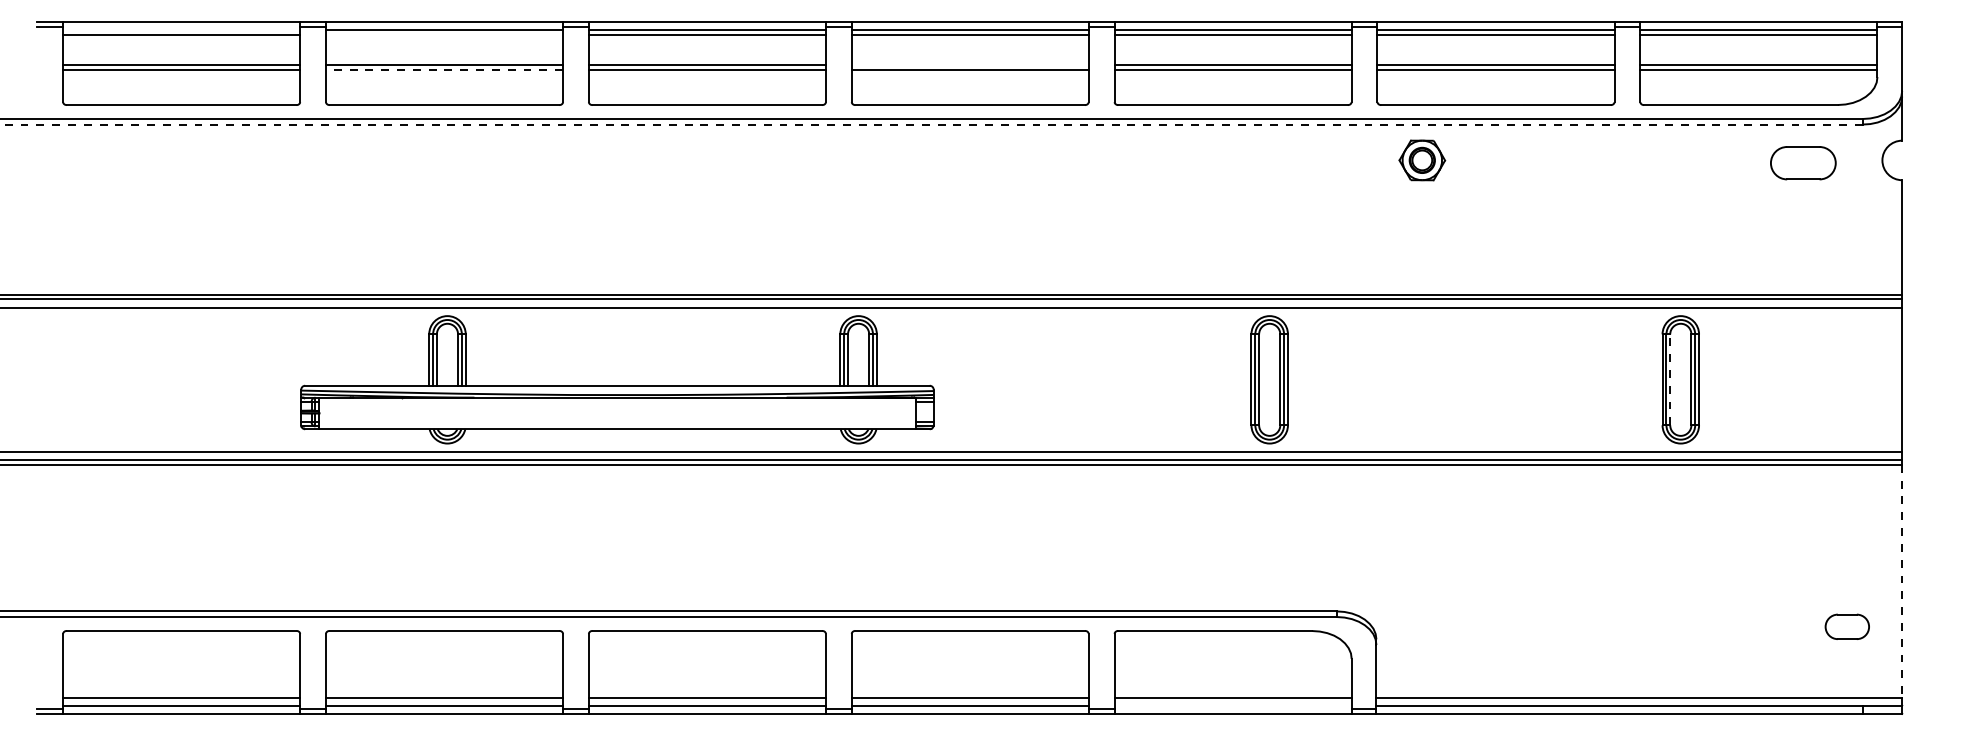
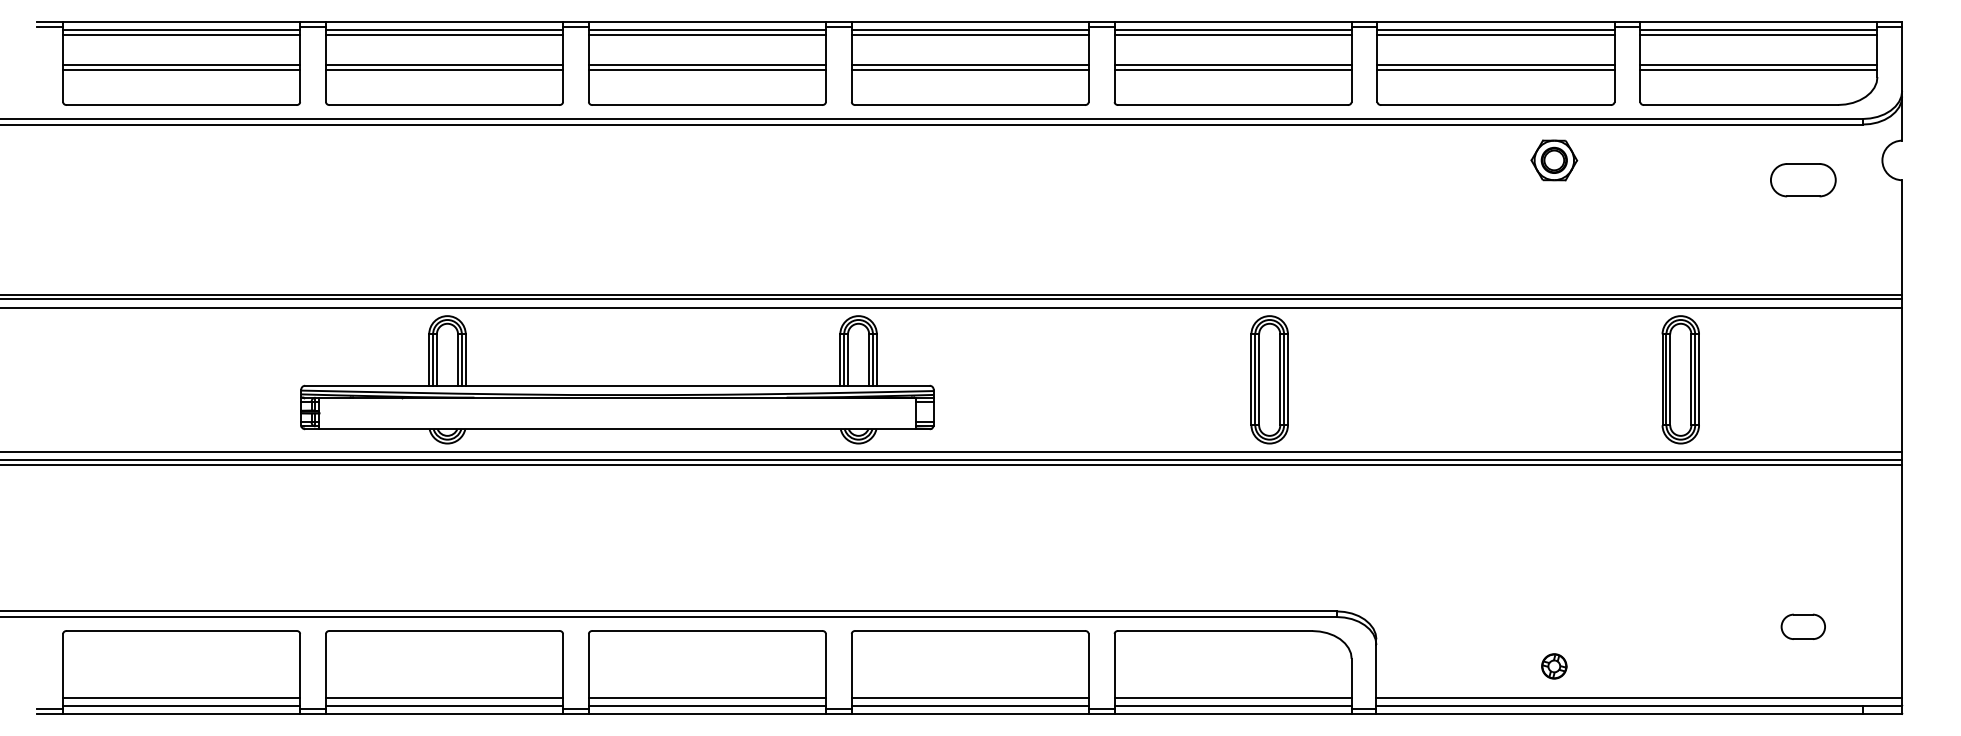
line at (181, 30): none -> present
line at (444, 34): none -> present
line at (969, 64): none -> present
line at (444, 69): dashed -> solid
line at (931, 124): dashed -> solid
part at (1422, 160) position: (1422, 160) -> (1554, 160)
part at (1803, 163) position: (1803, 163) -> (1803, 180)
line at (1670, 379): dashed -> solid
line at (1902, 581): dashed -> solid
part at (1846, 626) position: (1846, 626) -> (1802, 626)
part at (1554, 666): none -> present
line at (1232, 705): none -> present
